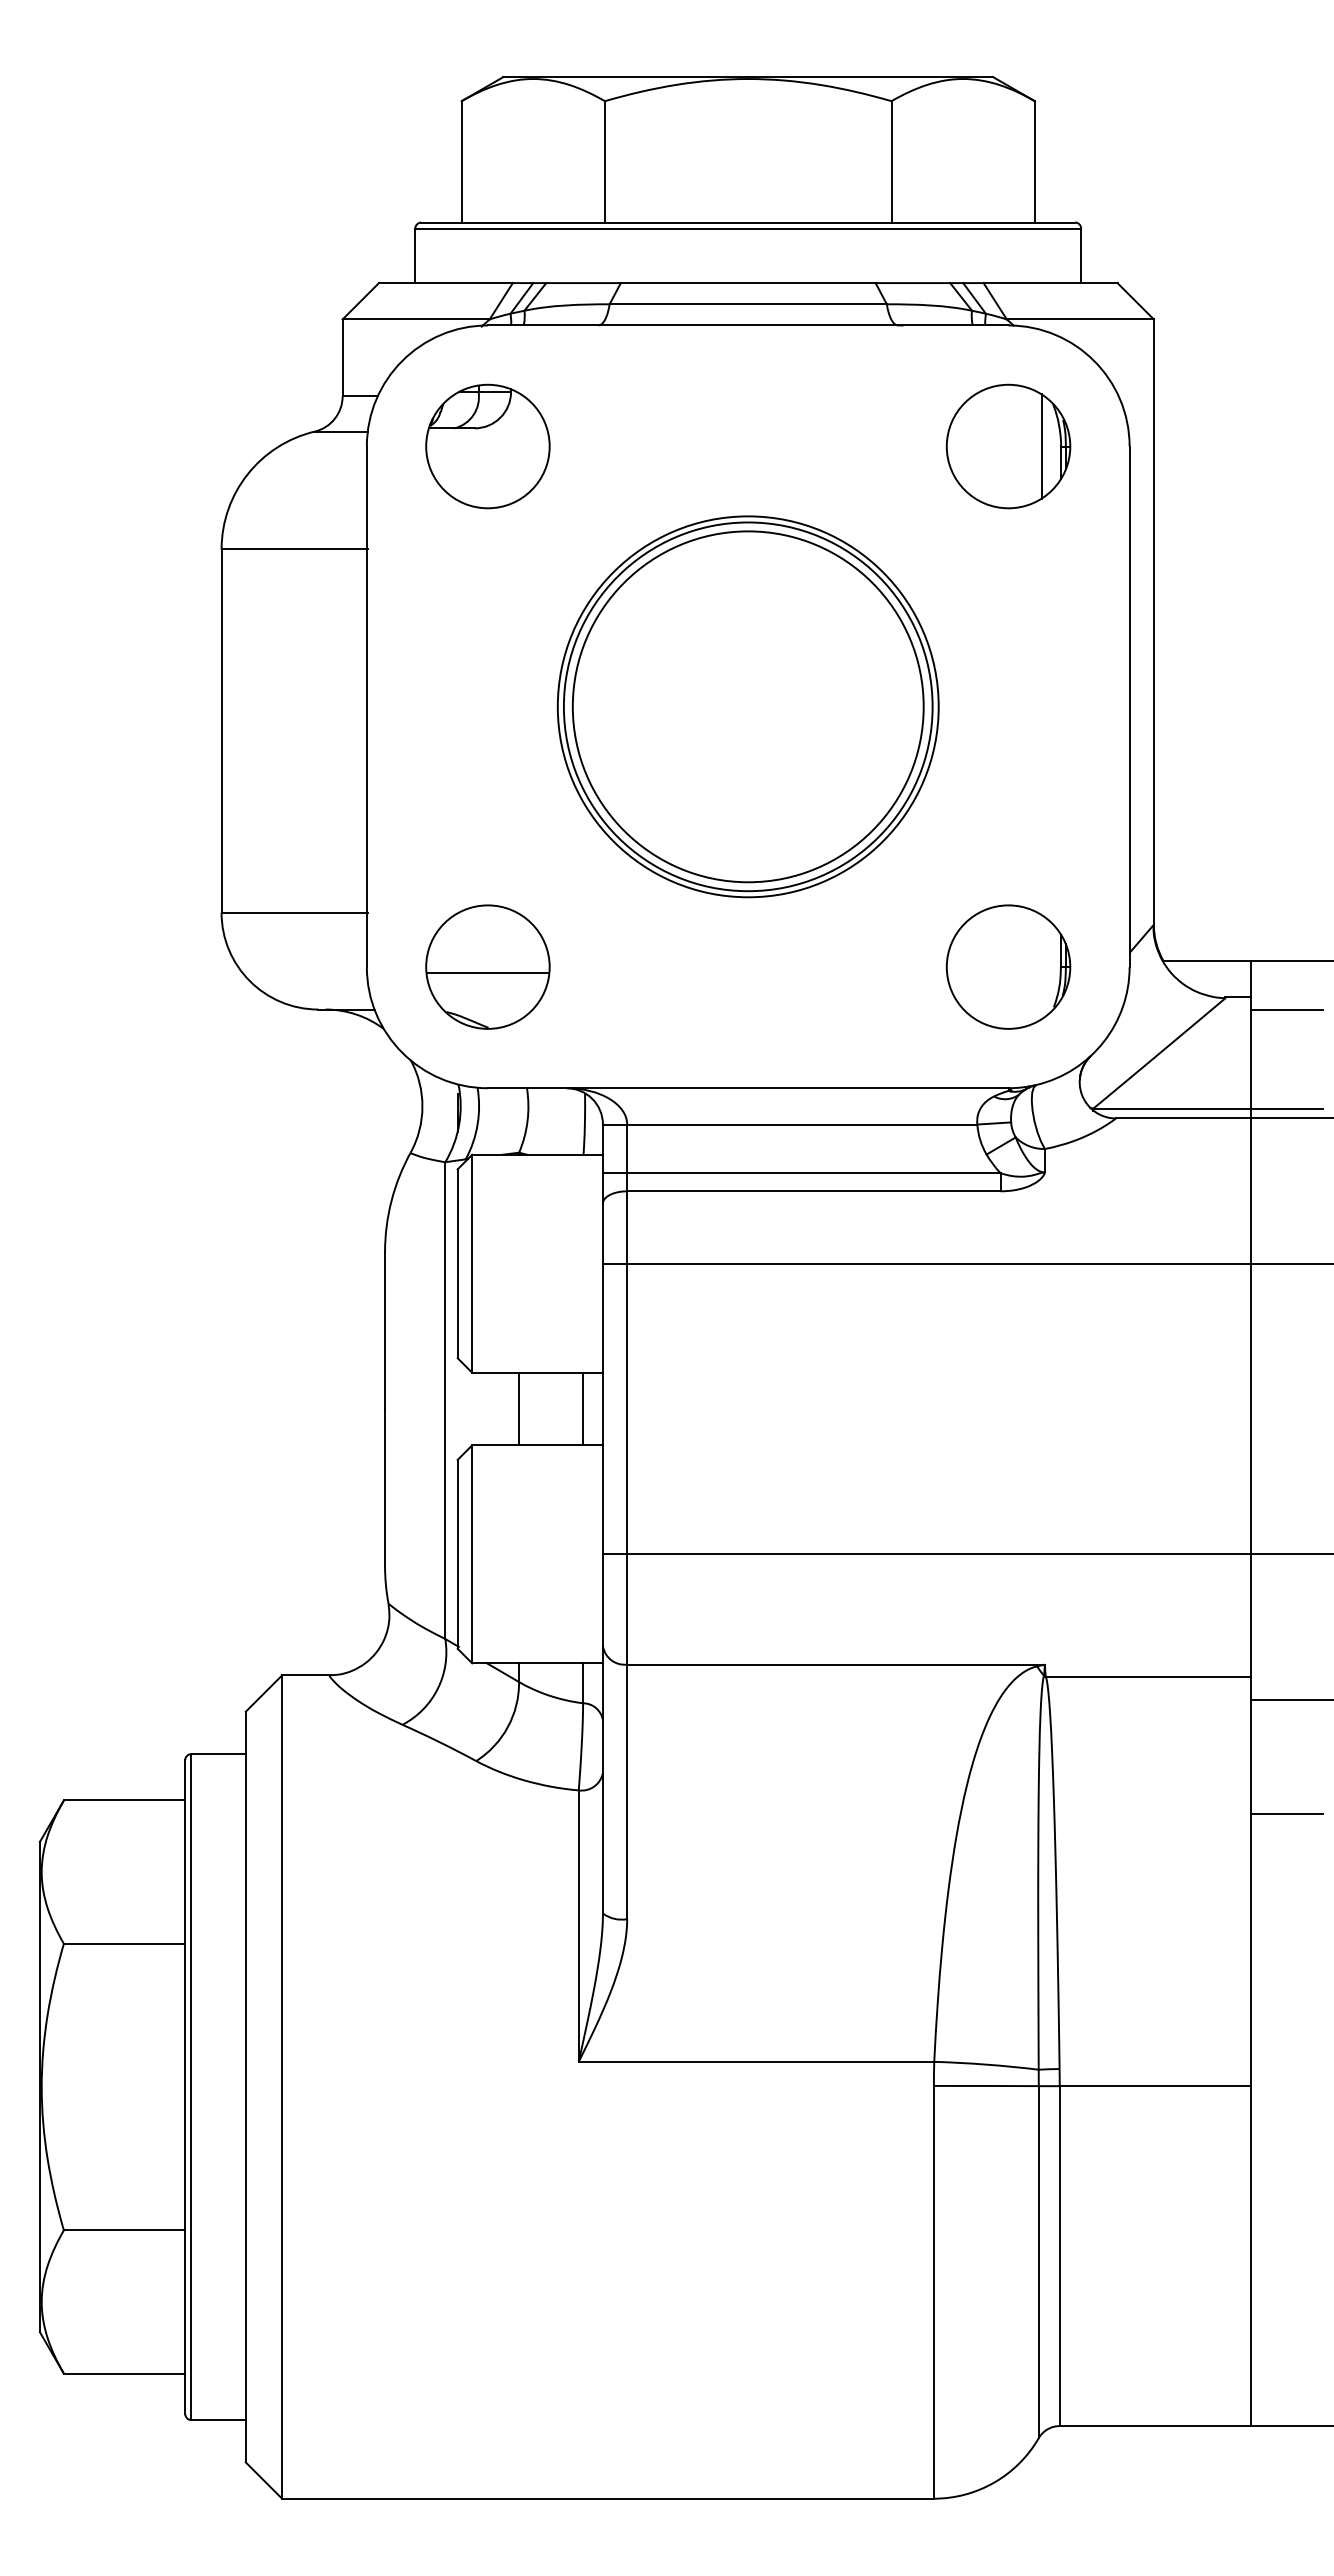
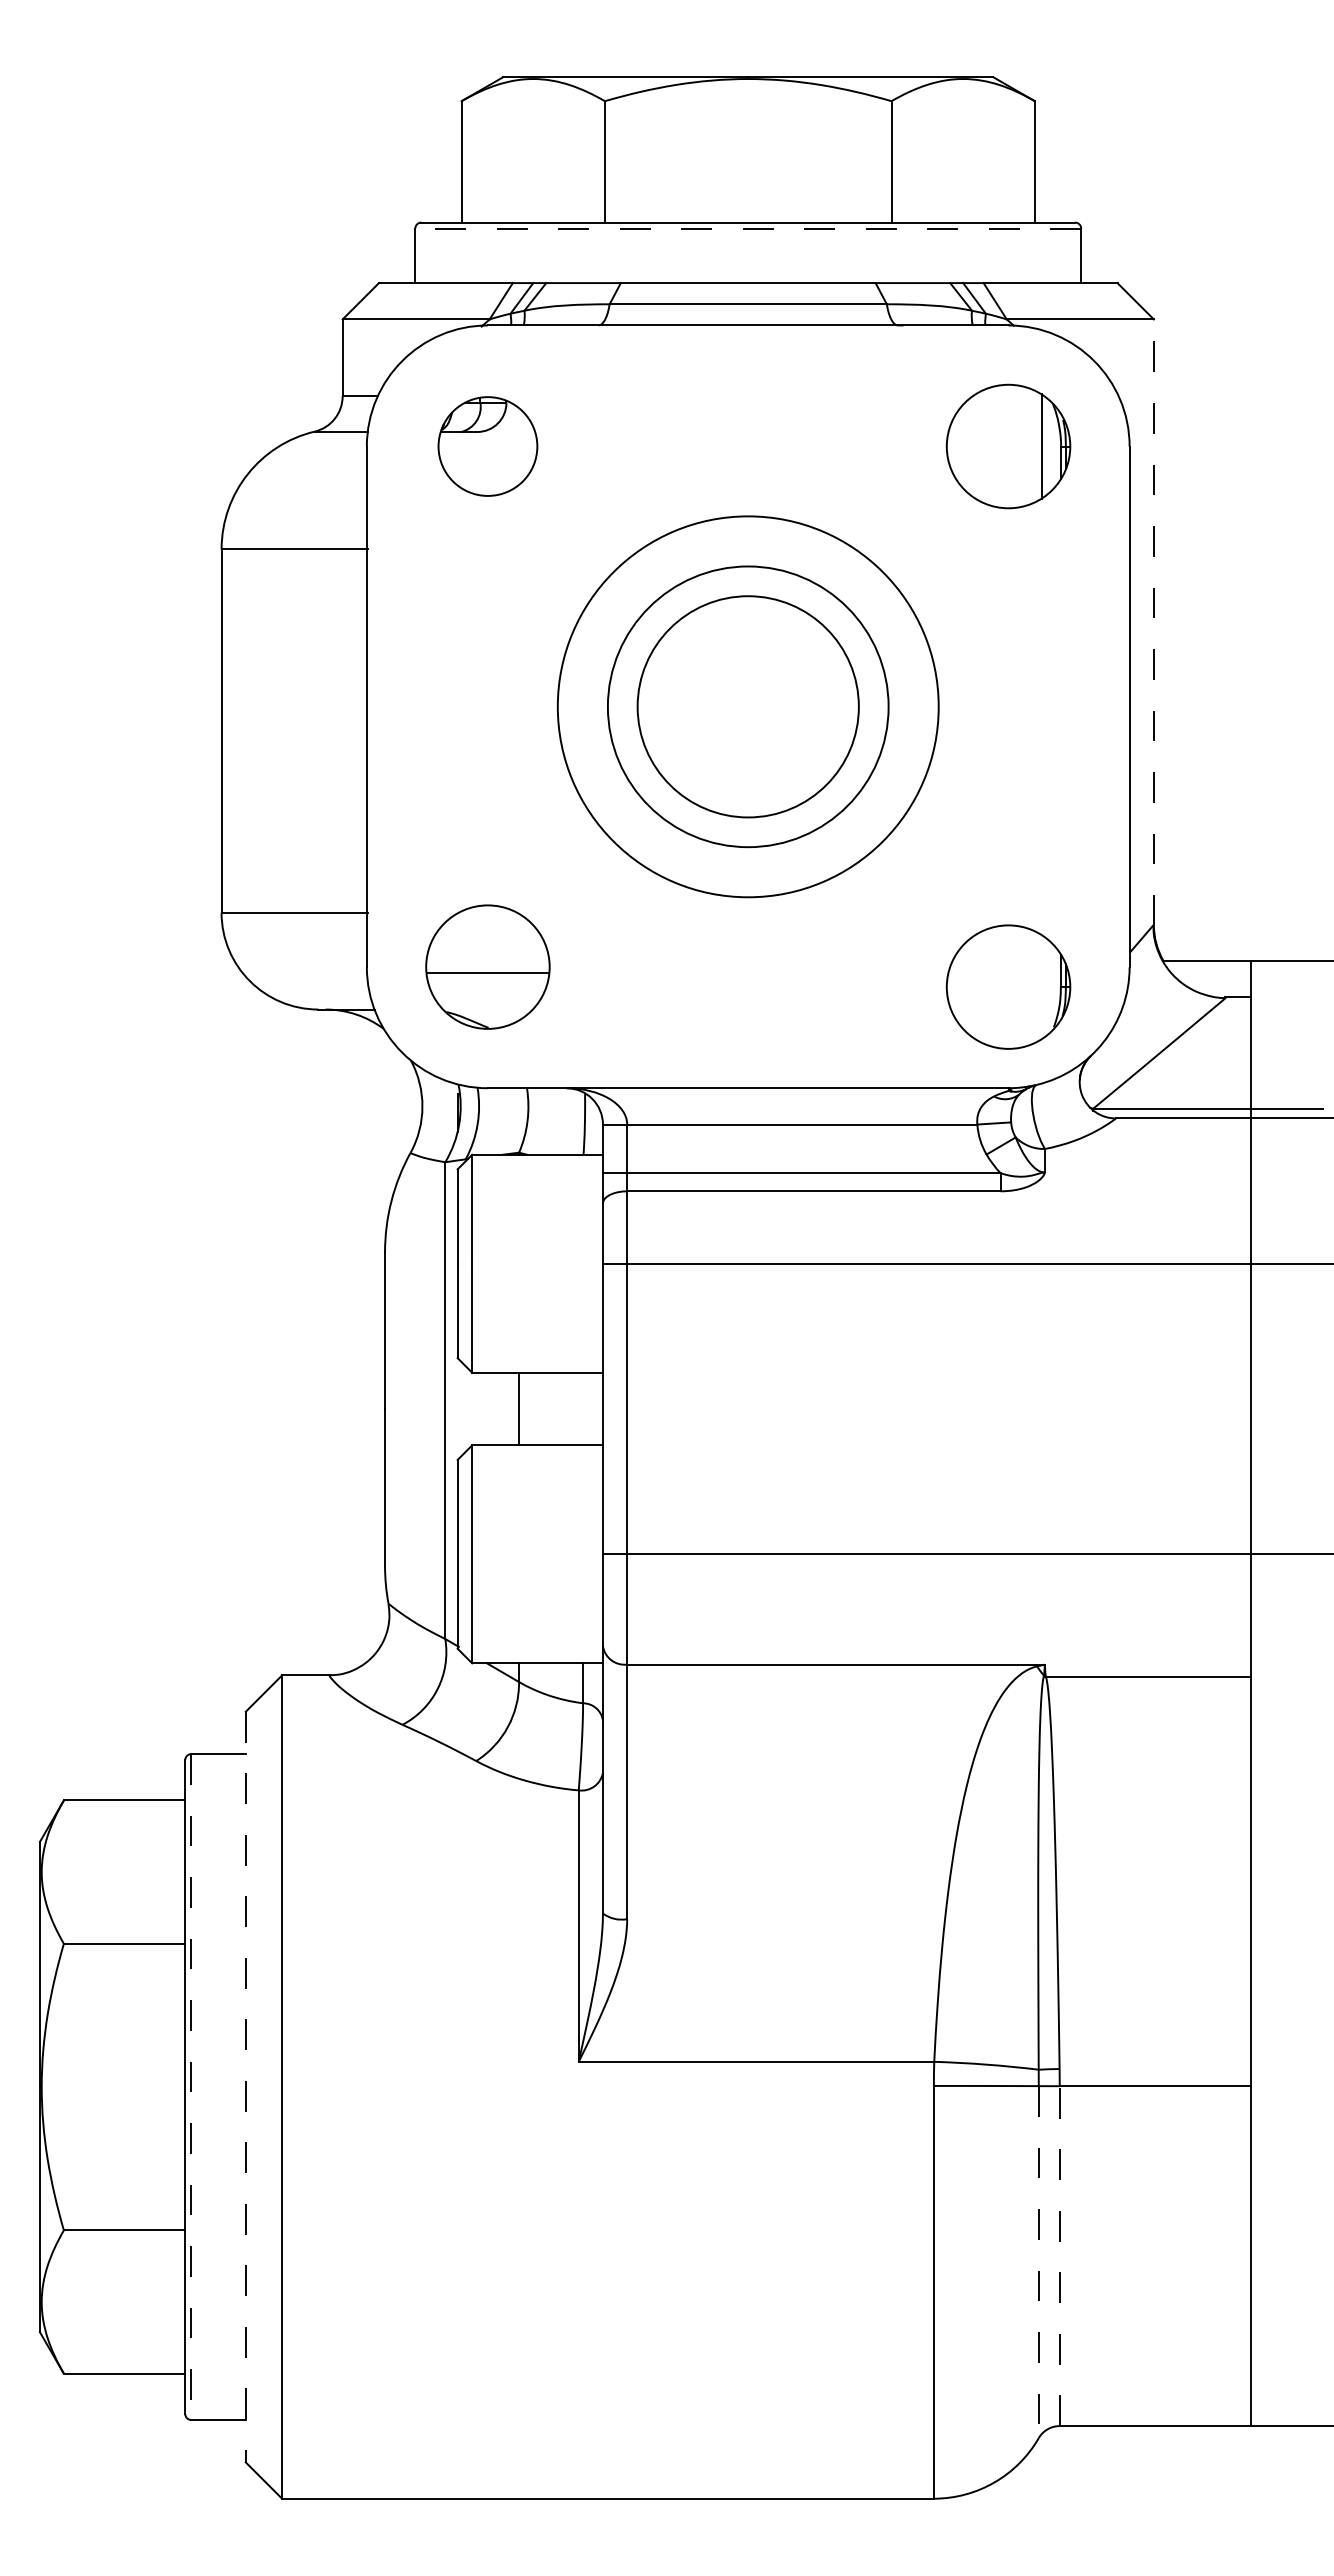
line at (748, 228): solid -> dashed
part at (487, 446) size: 126x127 px -> 102x101 px
line at (1153, 622): solid -> dashed
circle at (747, 706) diameter: 351 px -> 281 px
circle at (747, 706) diameter: 369 px -> 221 px
part at (1008, 966) position: (1008, 966) -> (1008, 986)
line at (1286, 1009): present -> none
line at (583, 1408): present -> none
line at (1290, 1699): present -> none
line at (1286, 1813): present -> none
line at (191, 2087): solid -> dashed
line at (245, 2087): solid -> dashed
line at (1059, 2256): solid -> dashed
line at (1038, 2262): solid -> dashed
